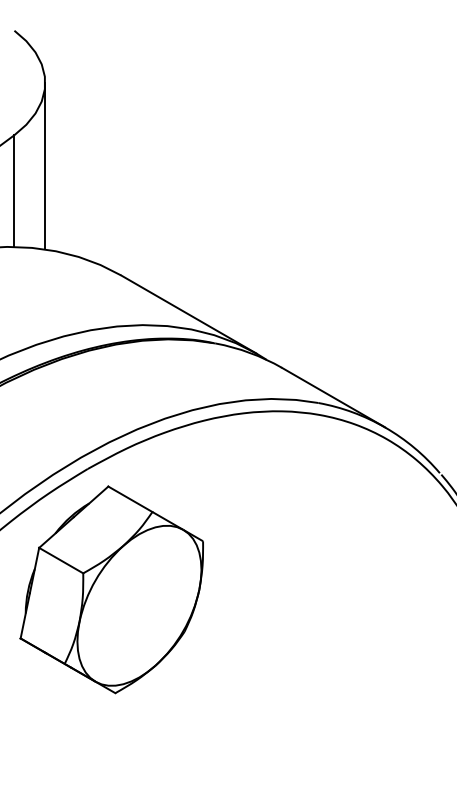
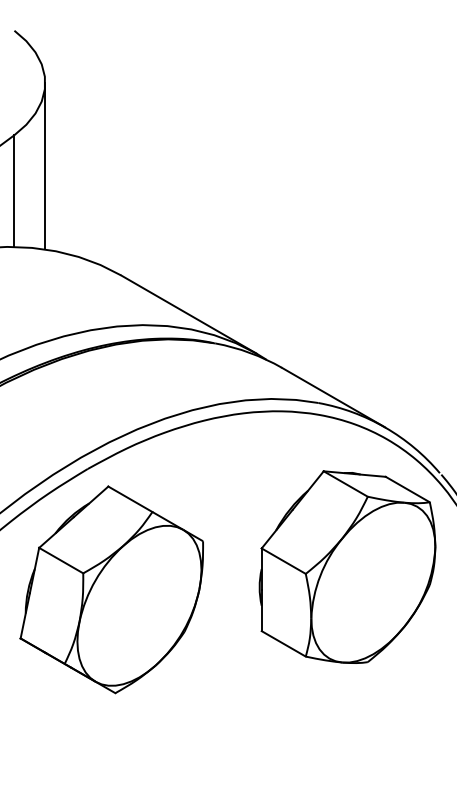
part at (347, 566): none -> present
